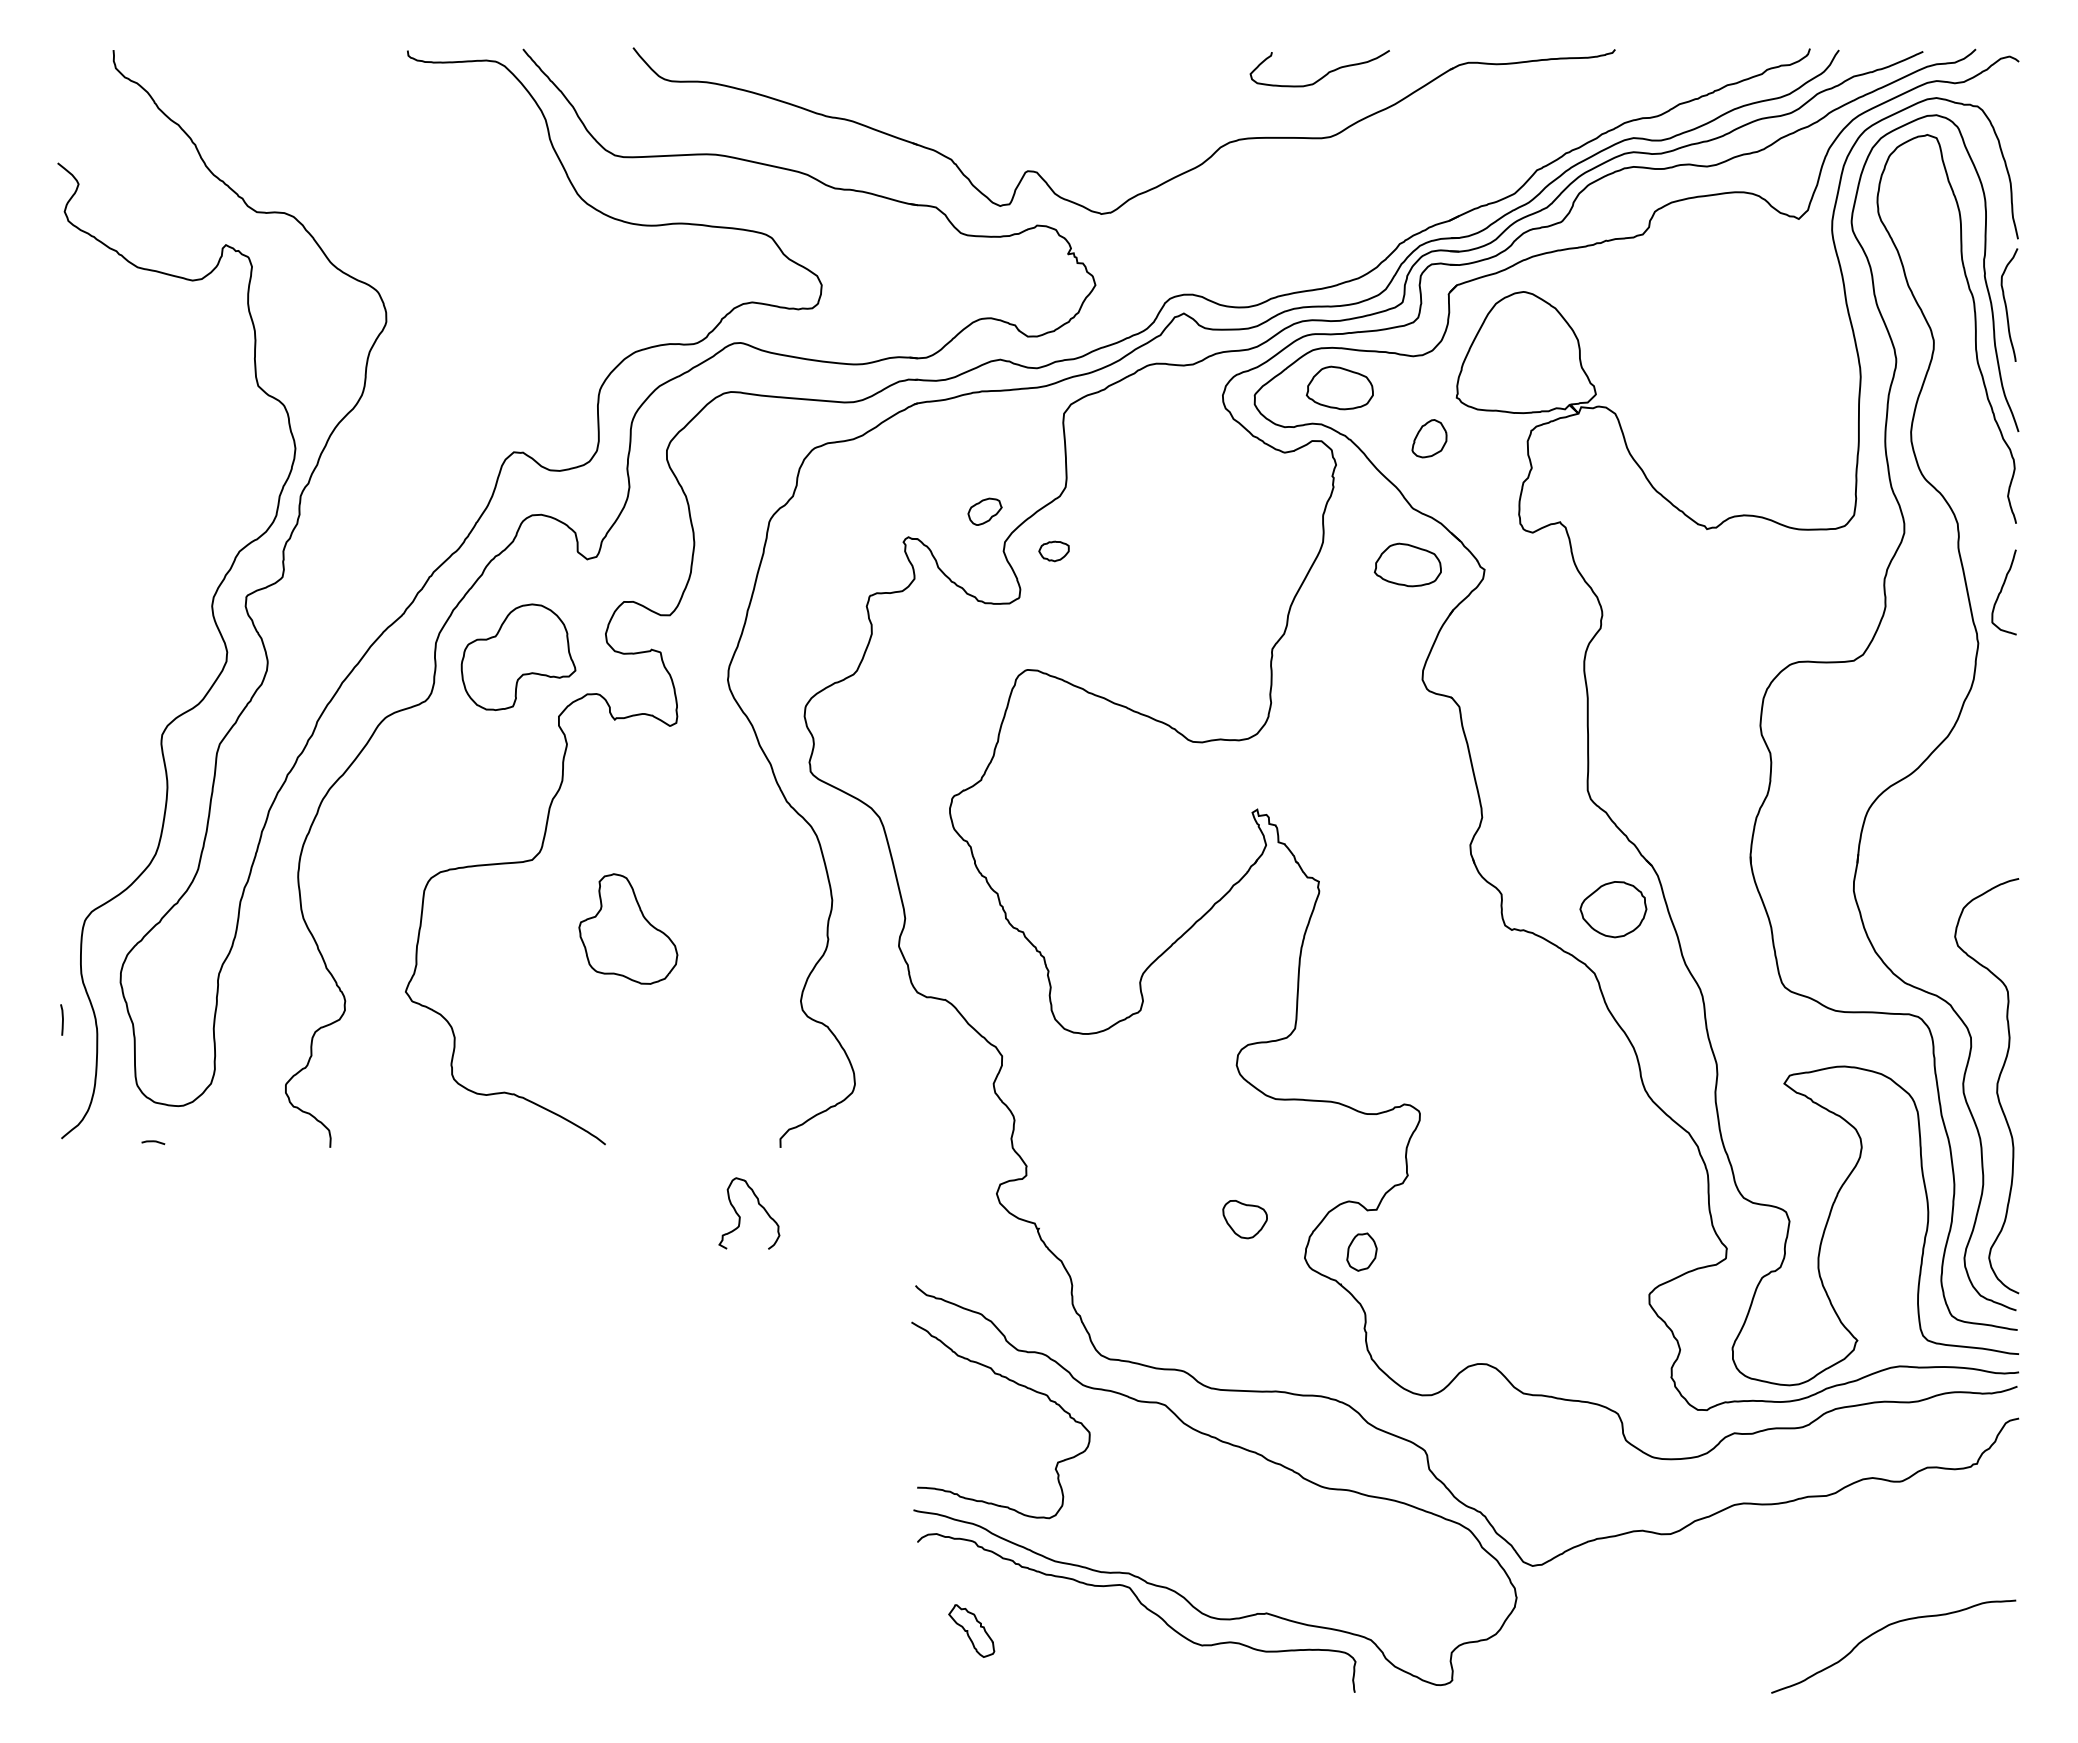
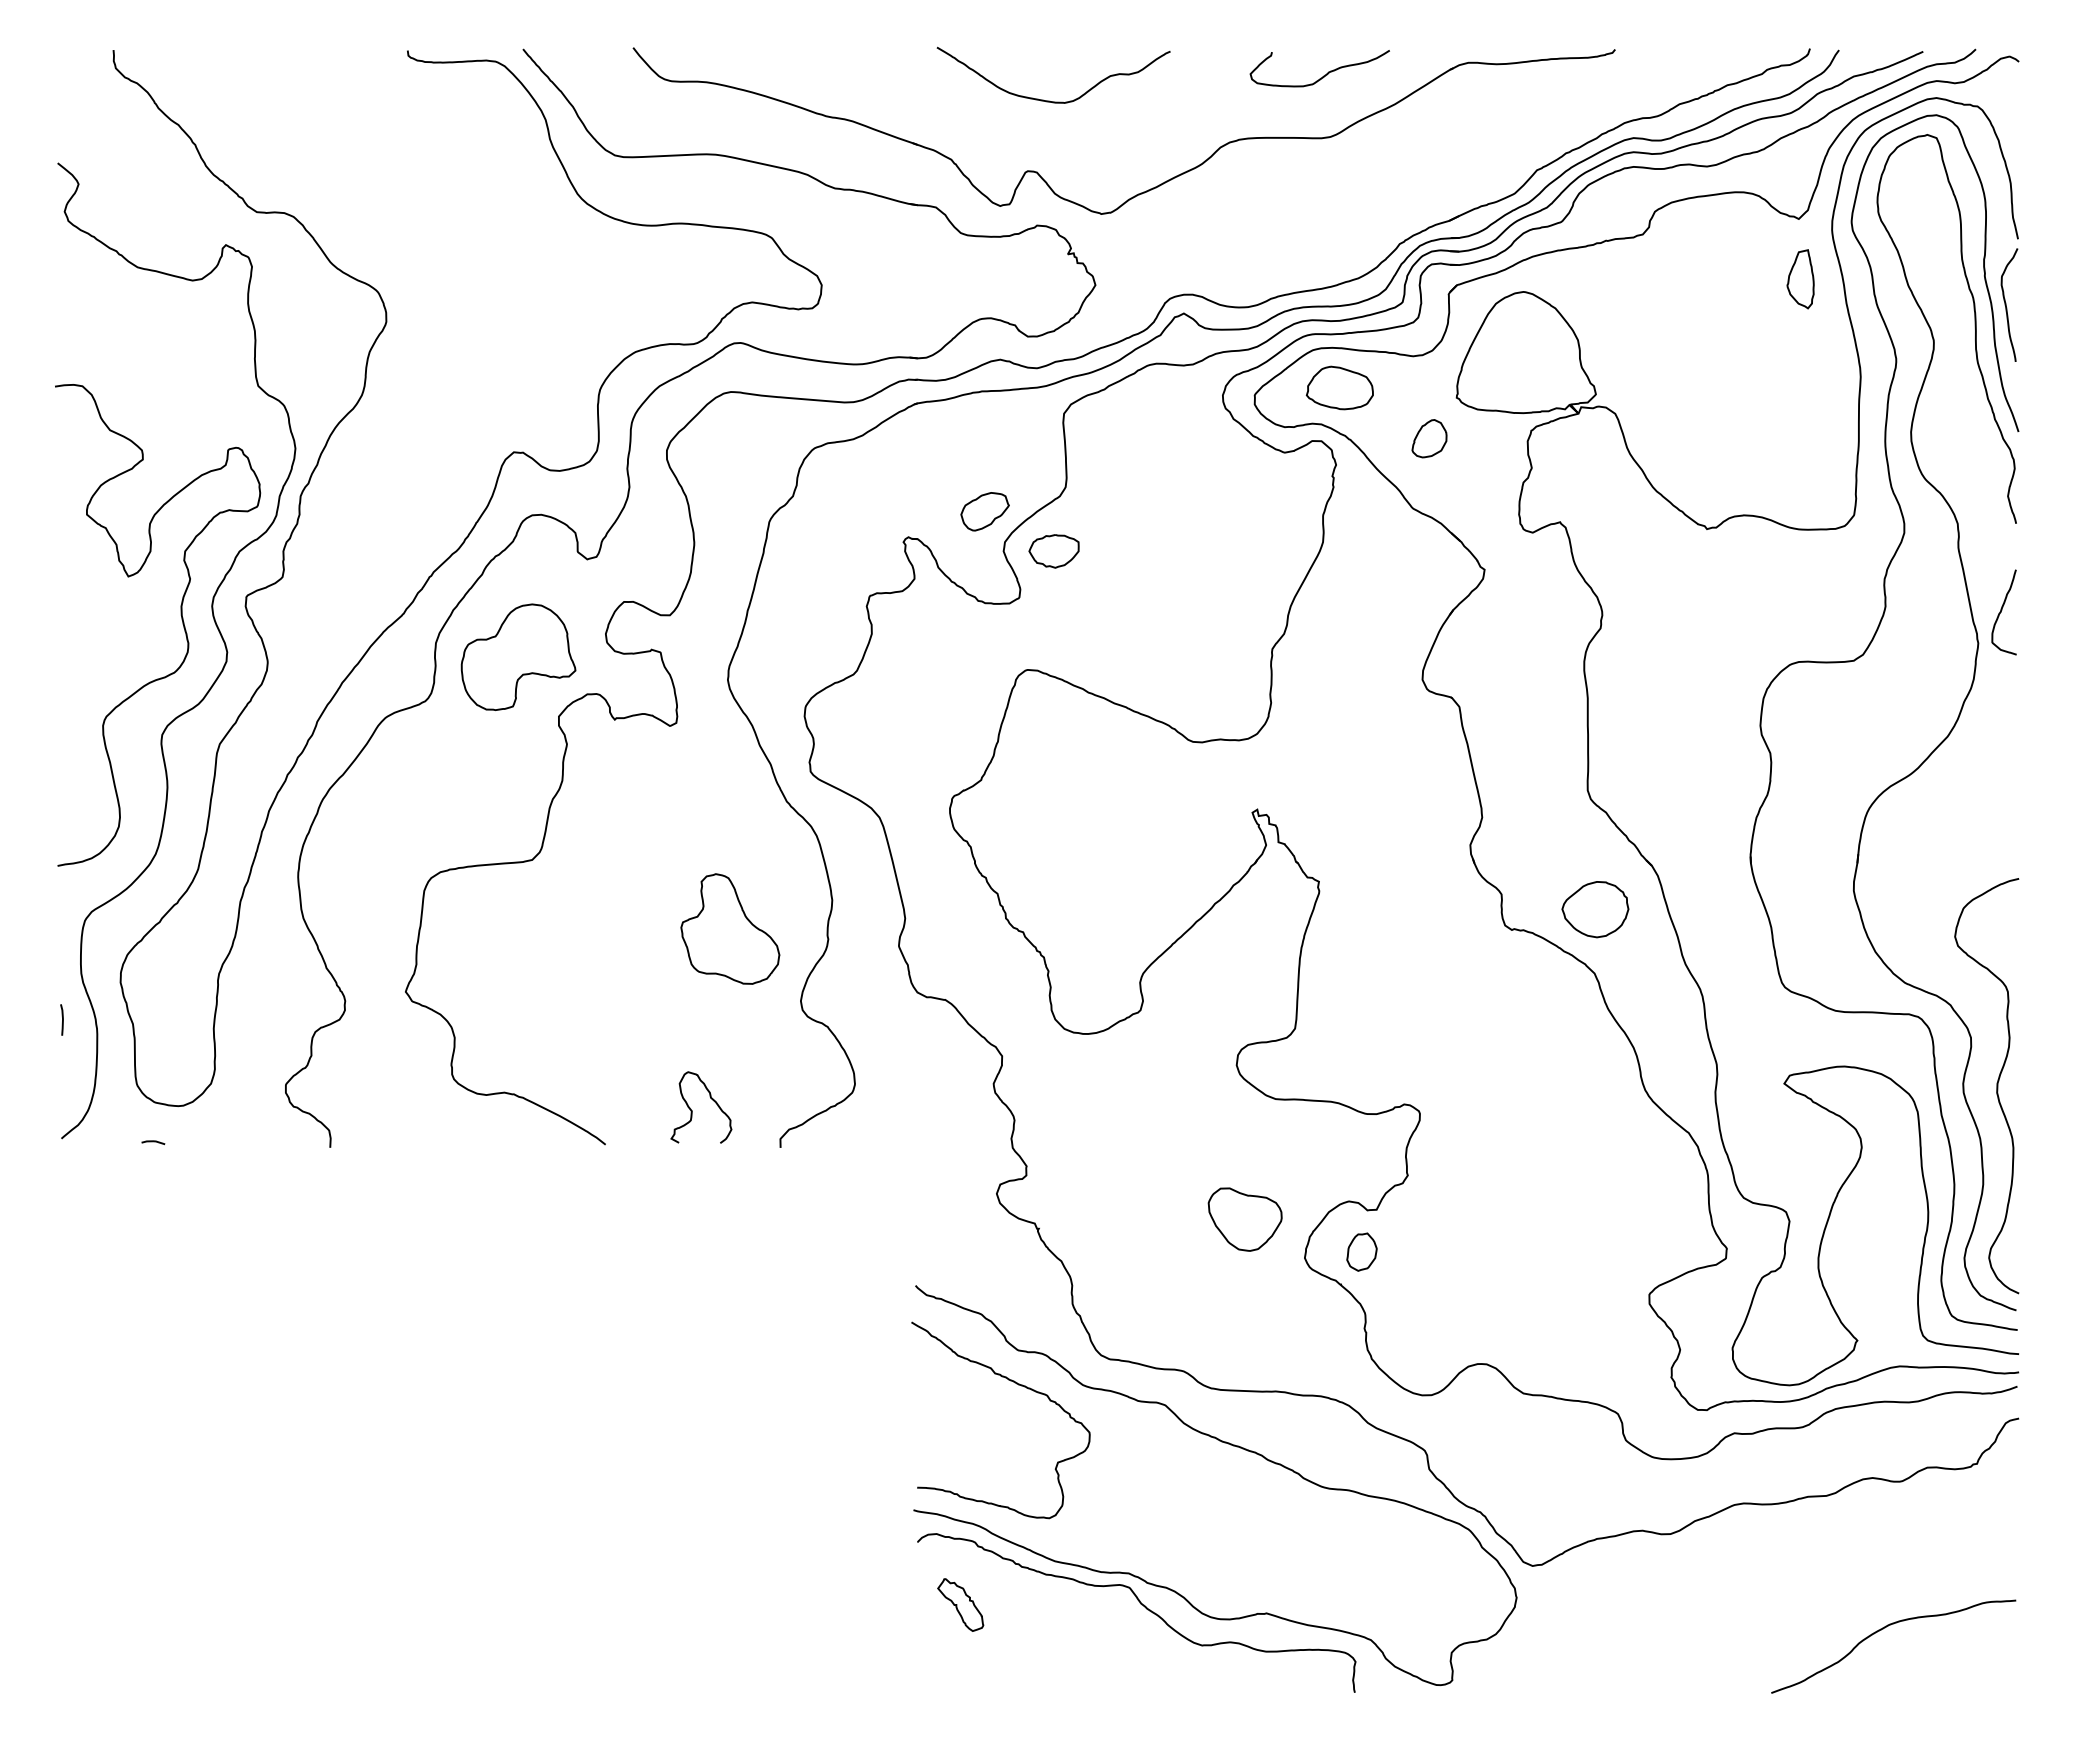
curve at (1049, 100): none -> present
part at (1800, 279): none -> present
part at (984, 511) size: 36x29 px -> 50x40 px
part at (1053, 551) size: 32x23 px -> 52x35 px
part at (1407, 564): present -> none
curve at (2001, 592) position: (2001, 592) -> (2001, 612)
curve at (181, 619): none -> present
part at (1613, 909) position: (1613, 909) -> (1595, 909)
part at (628, 928) position: (628, 928) -> (730, 928)
curve at (740, 1216) position: (740, 1216) -> (692, 1110)
part at (1244, 1219) size: 46x40 px -> 76x65 px
part at (971, 1630) position: (971, 1630) -> (960, 1604)
